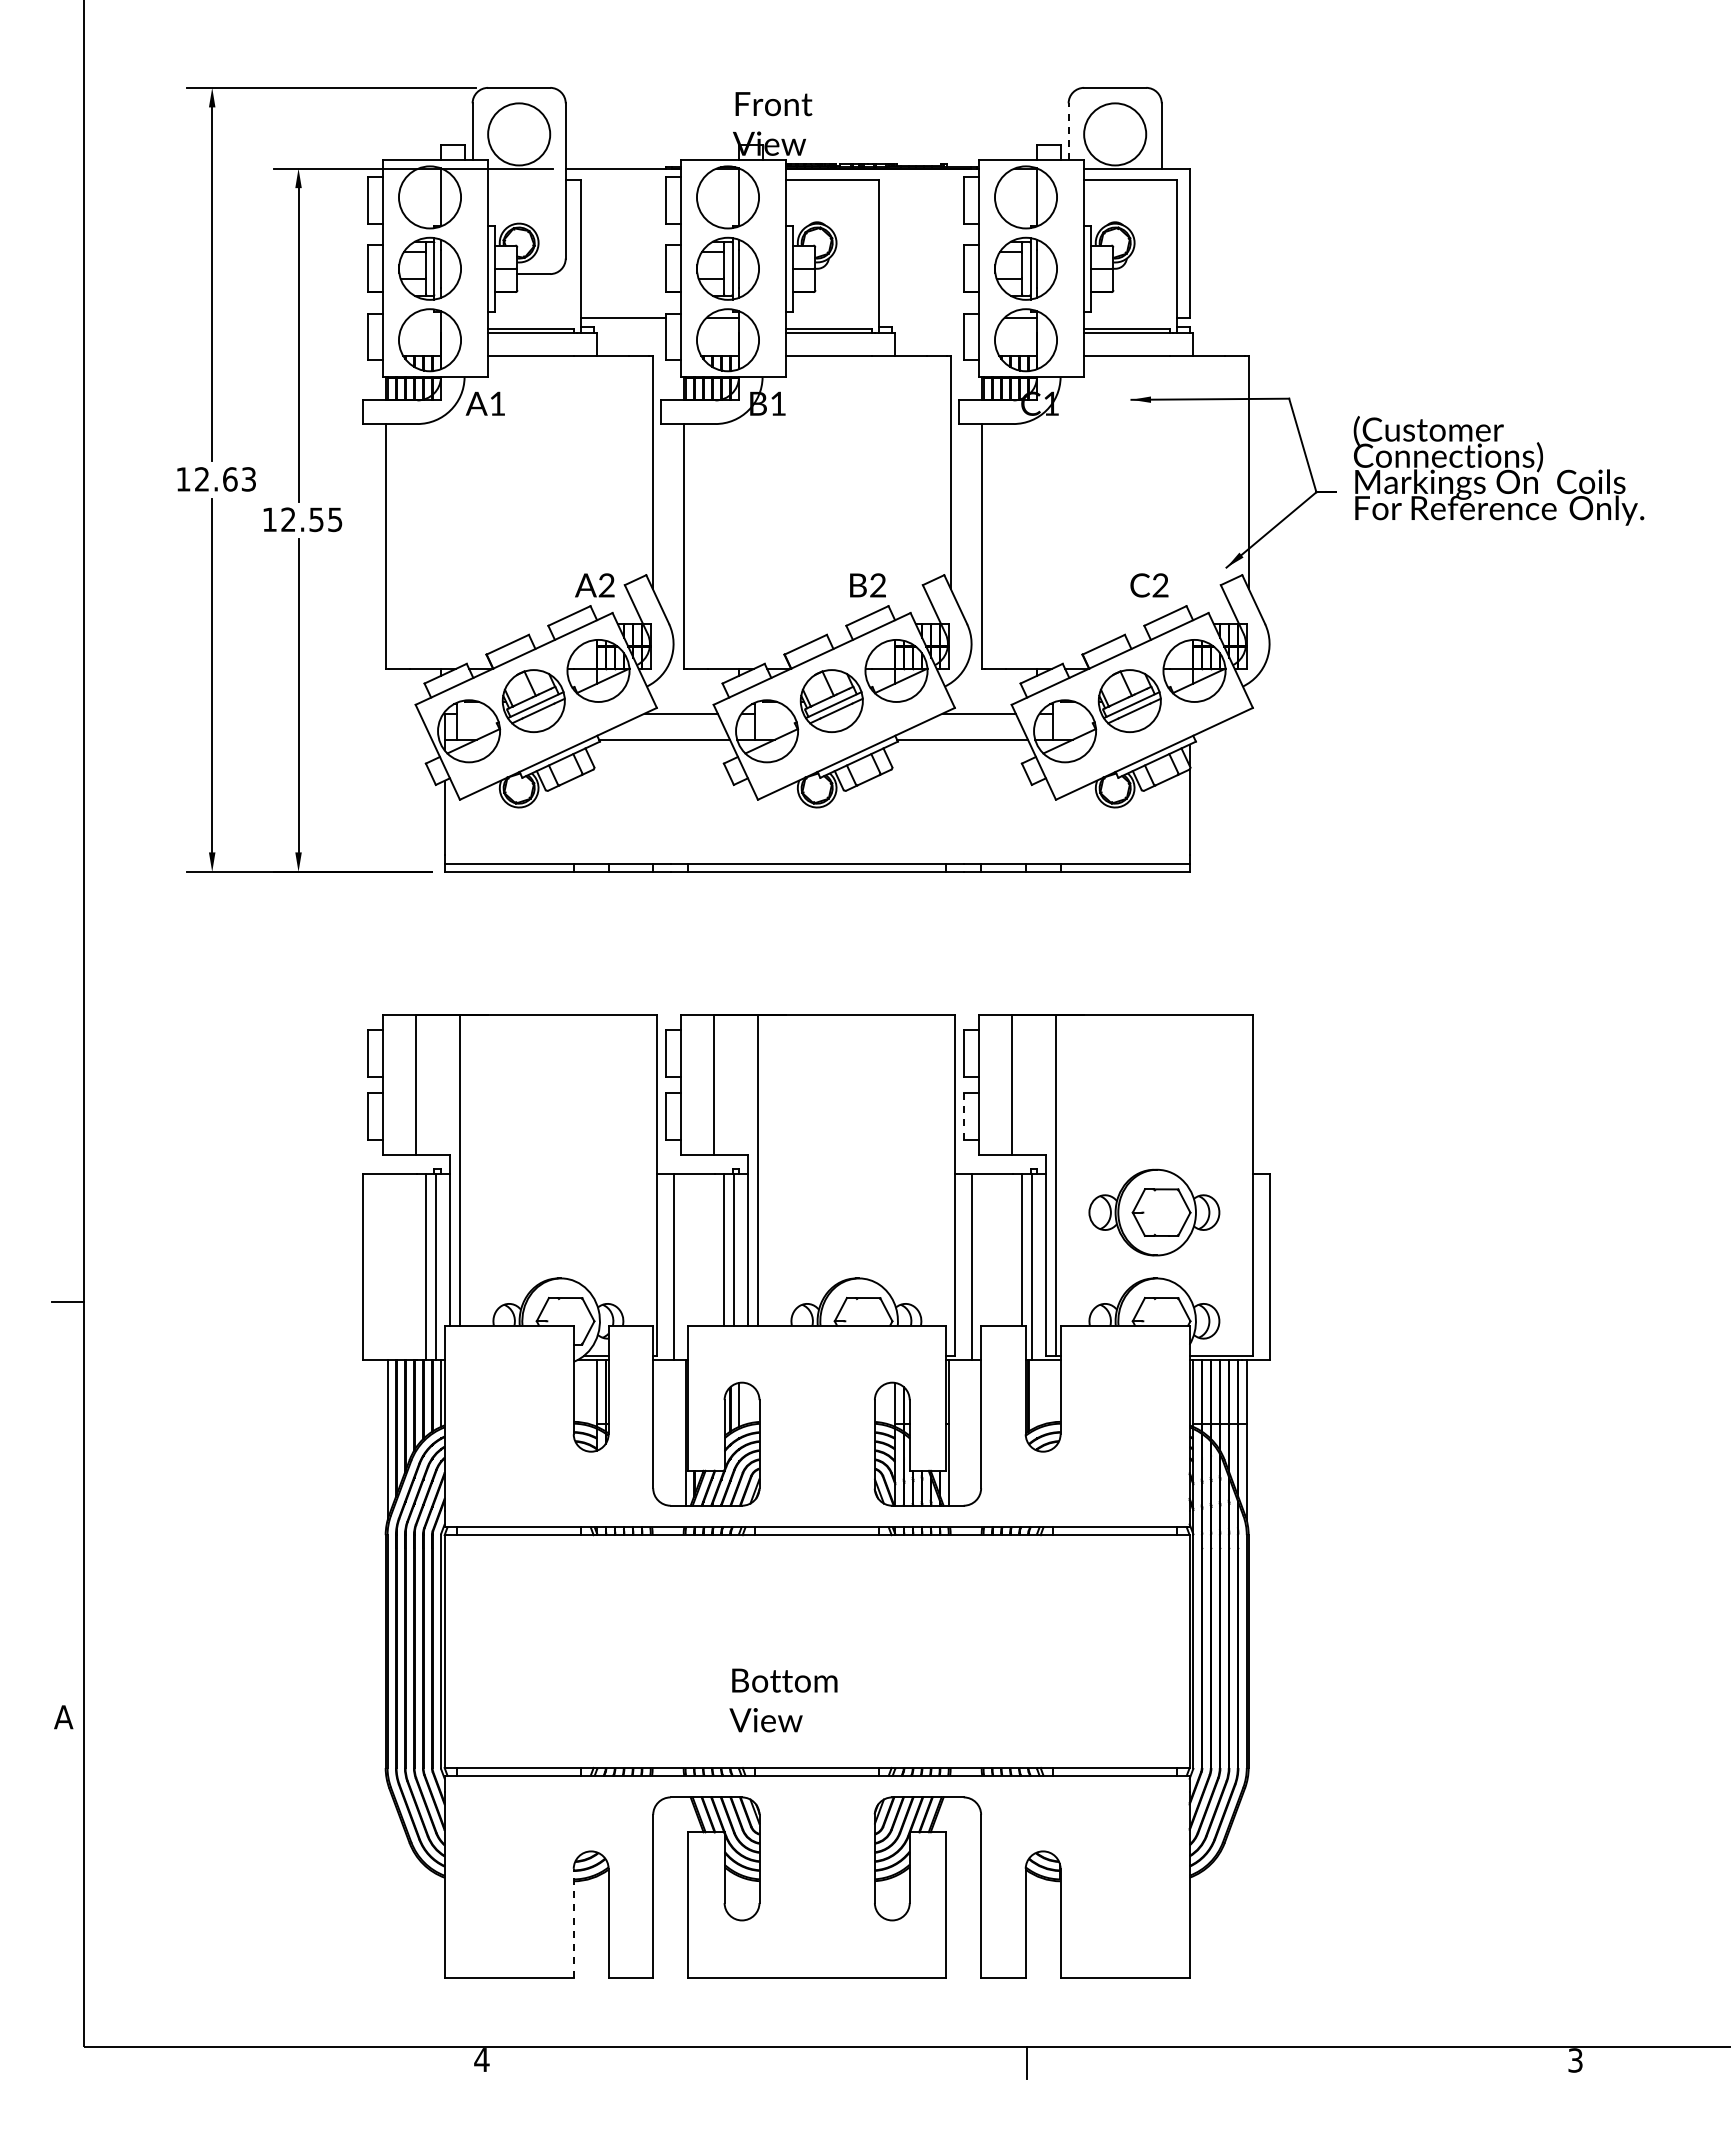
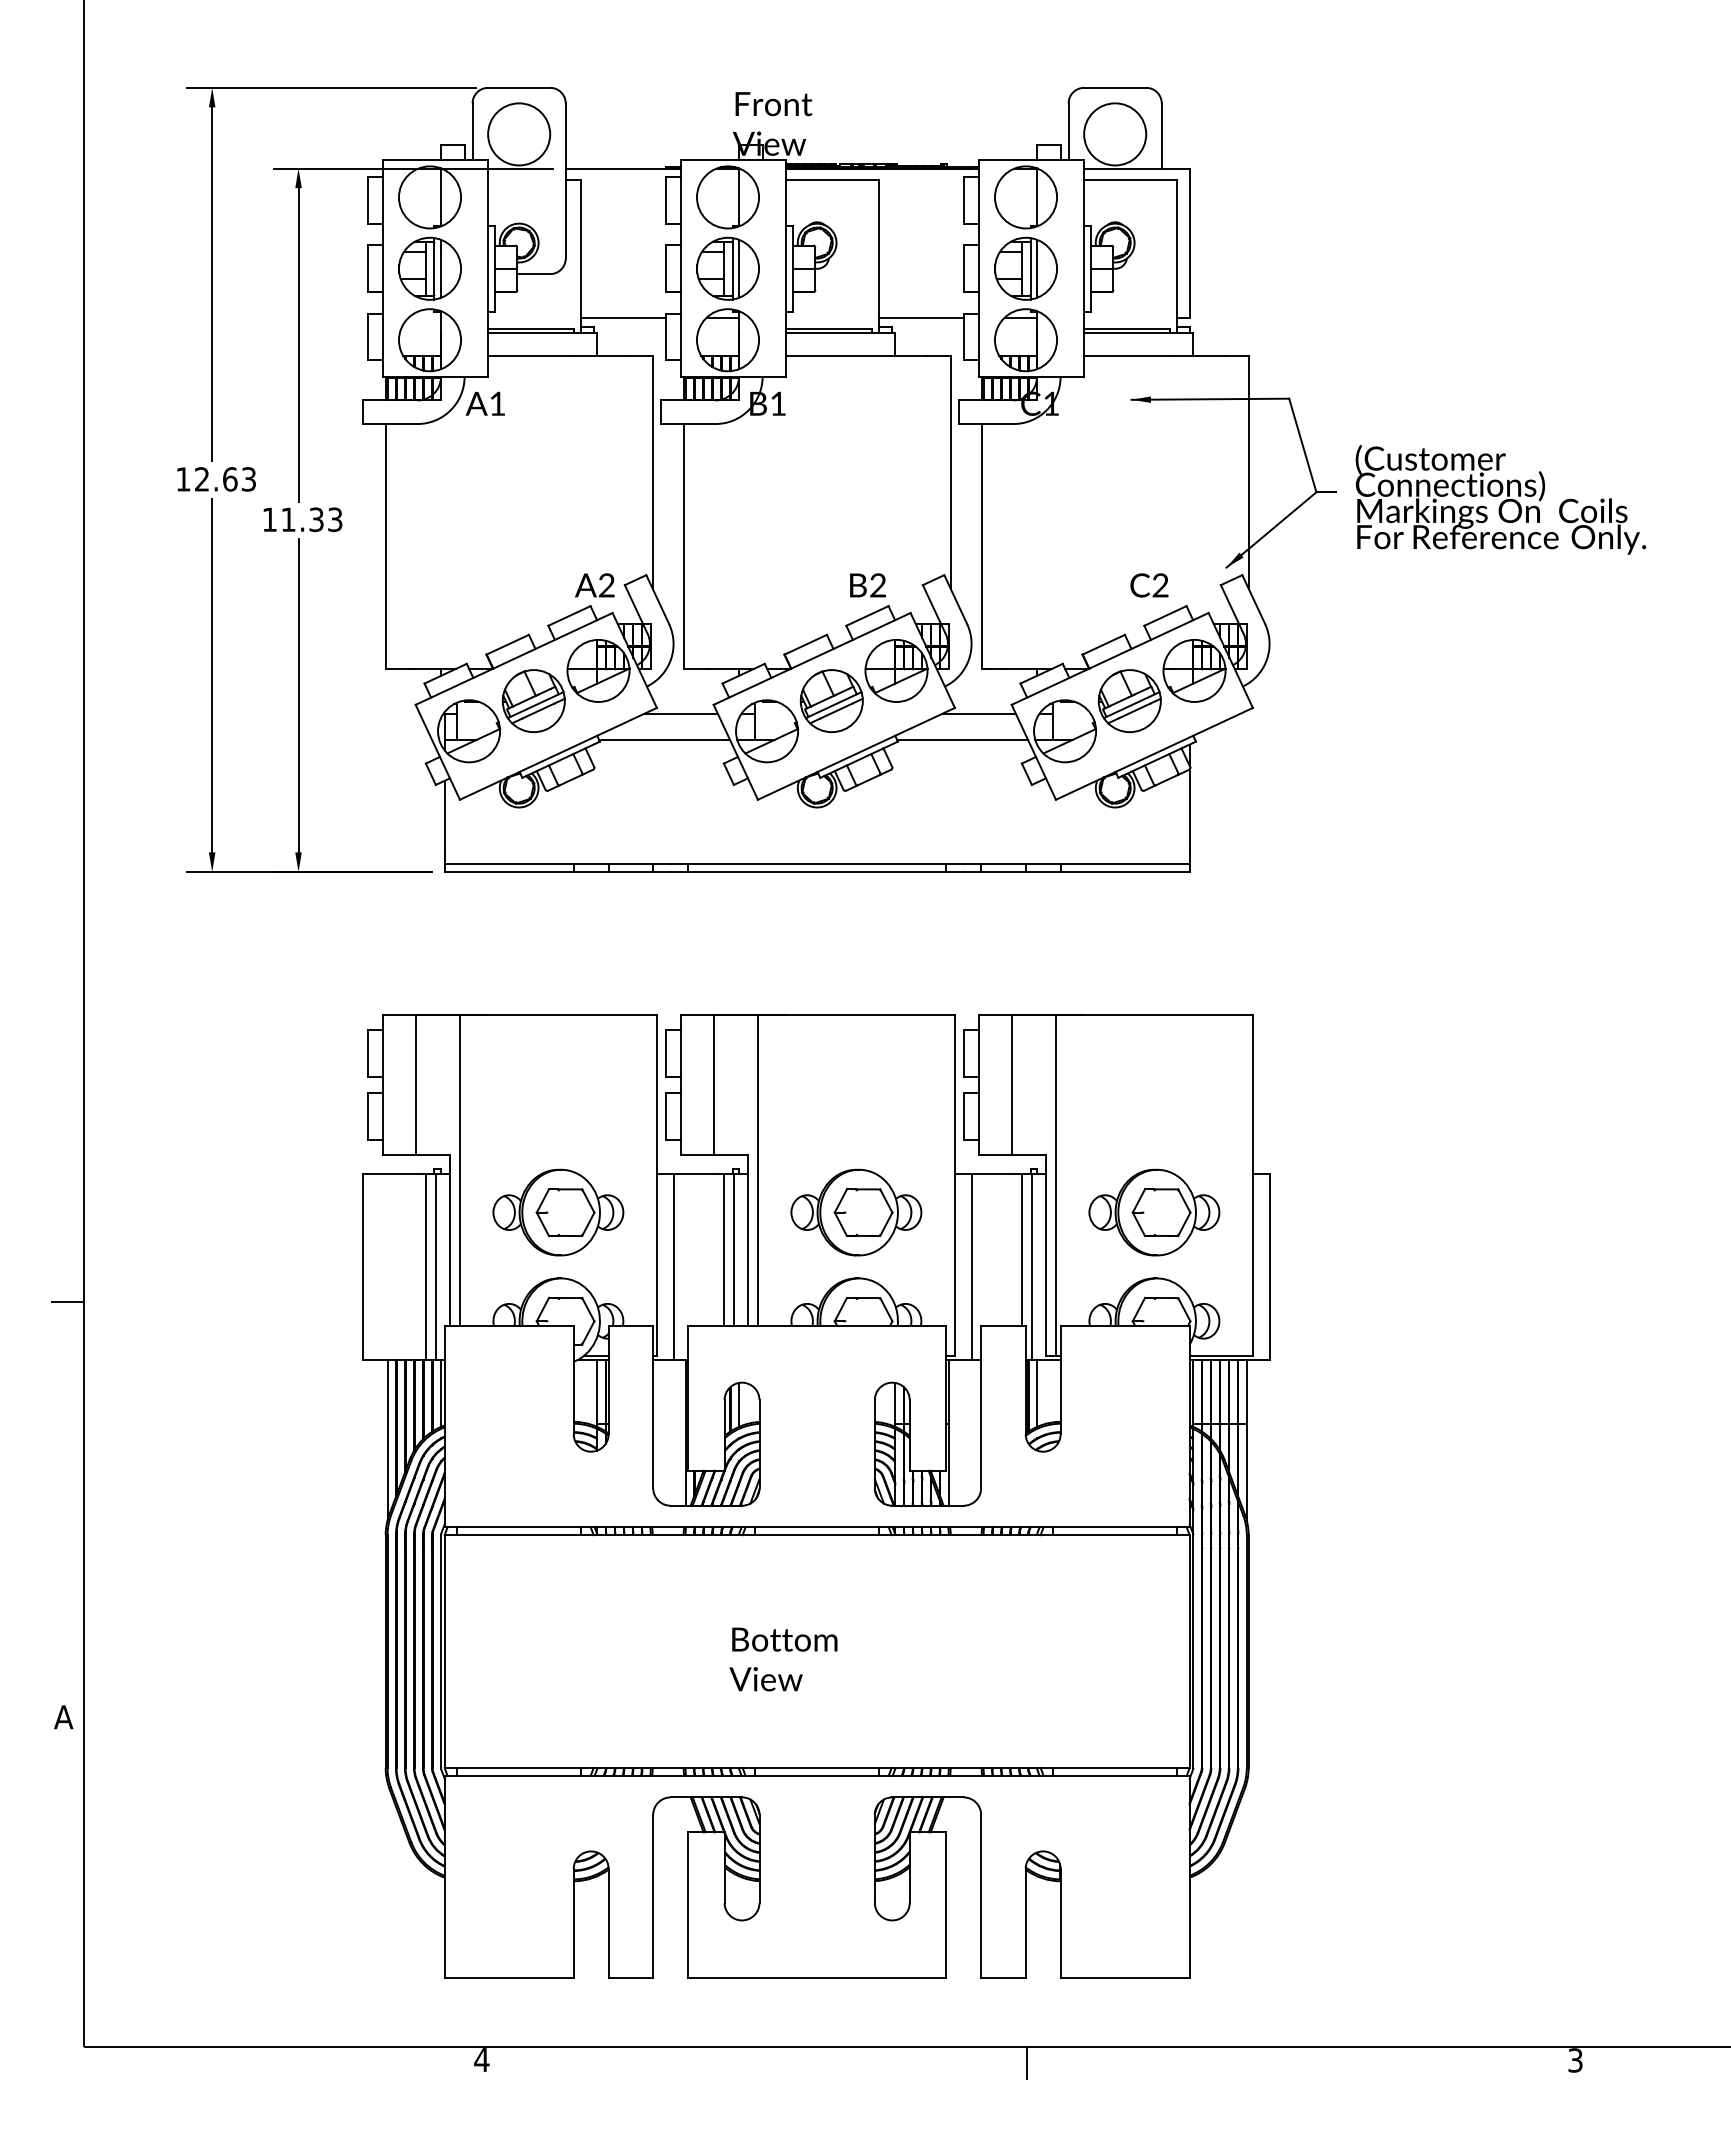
line at (1068, 131): dashed -> solid
line at (921, 317): none -> present
text at (1498, 470) position: (1498, 470) -> (1500, 499)
text at (311, 519): 12.55 -> 11.33
line at (963, 1115): dashed -> solid
part at (558, 1212): none -> present
part at (856, 1212): none -> present
line at (1037, 1392): none -> present
text at (783, 1700) position: (783, 1700) -> (783, 1659)
line at (573, 1922): dashed -> solid
